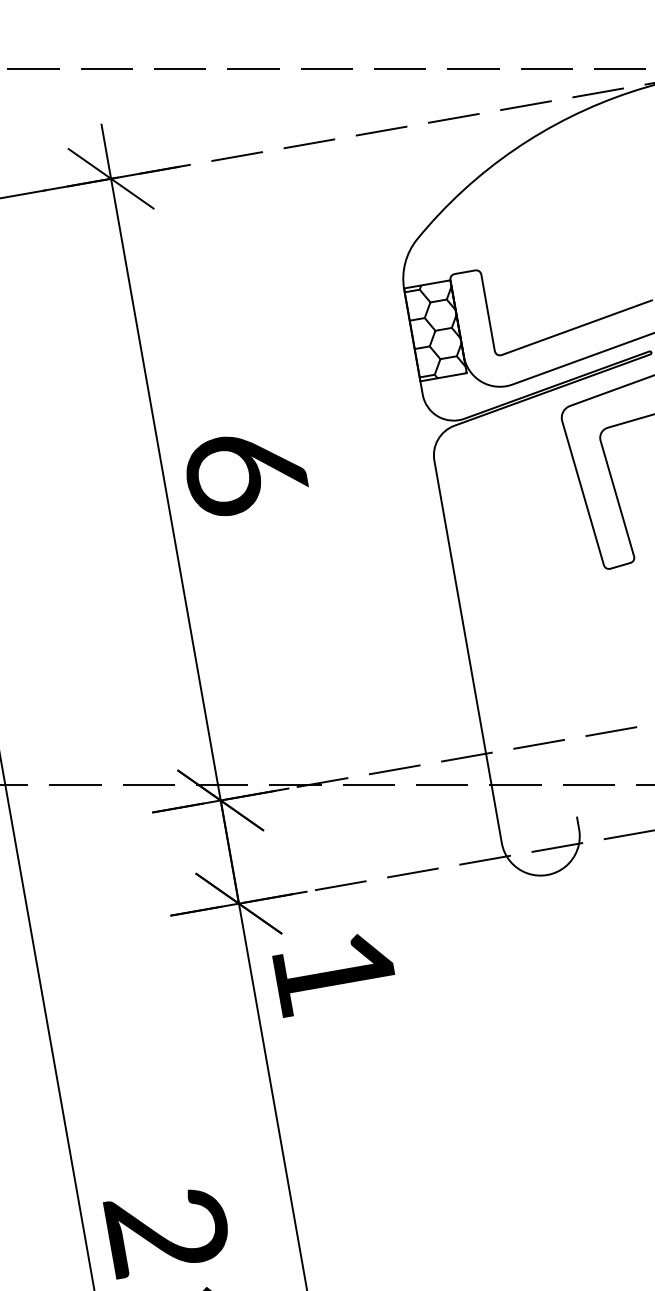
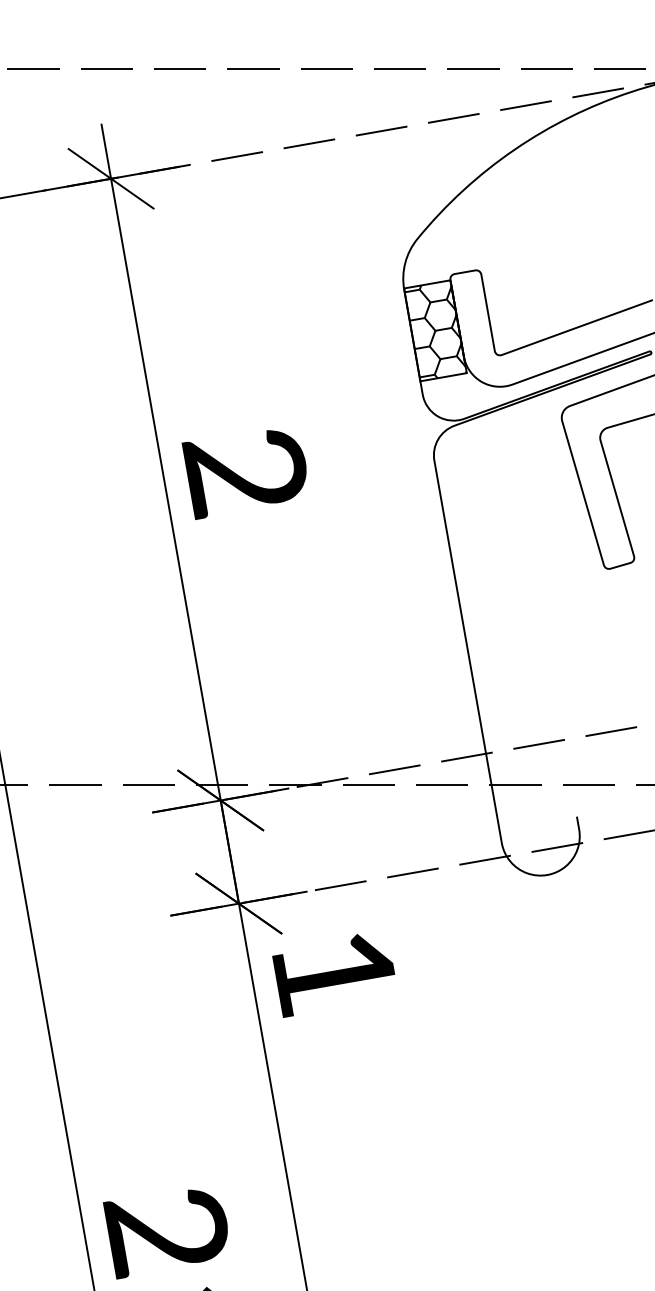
text at (244, 475): 6 -> 2
